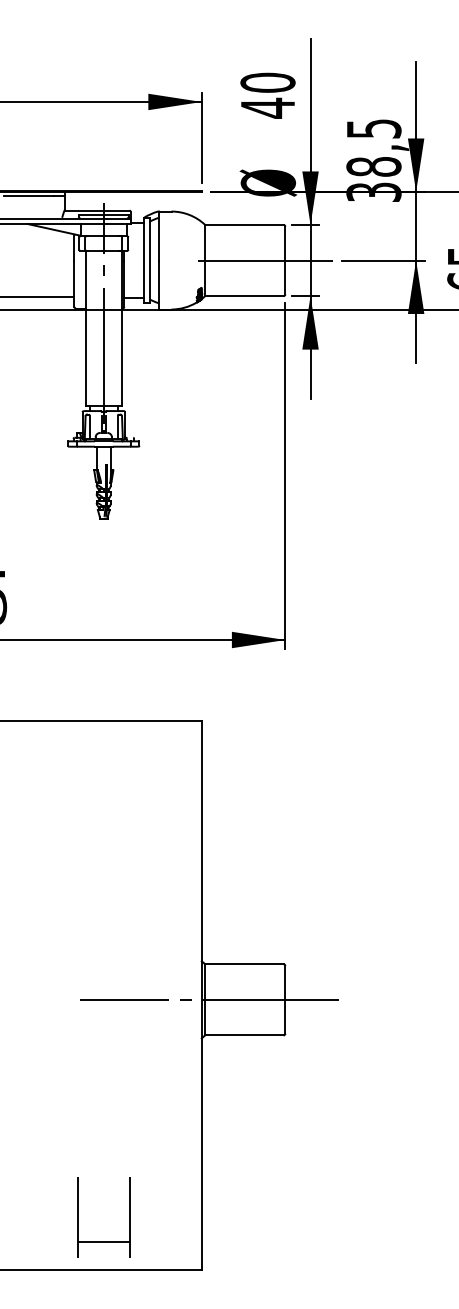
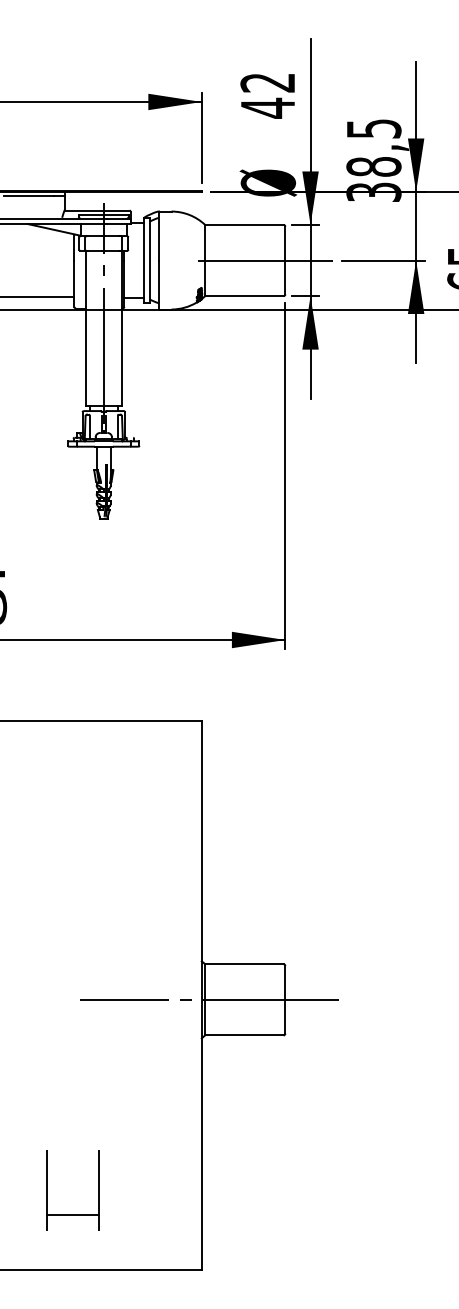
text at (267, 82): 40 -> 42
part at (103, 1241) position: (103, 1241) -> (72, 1214)
